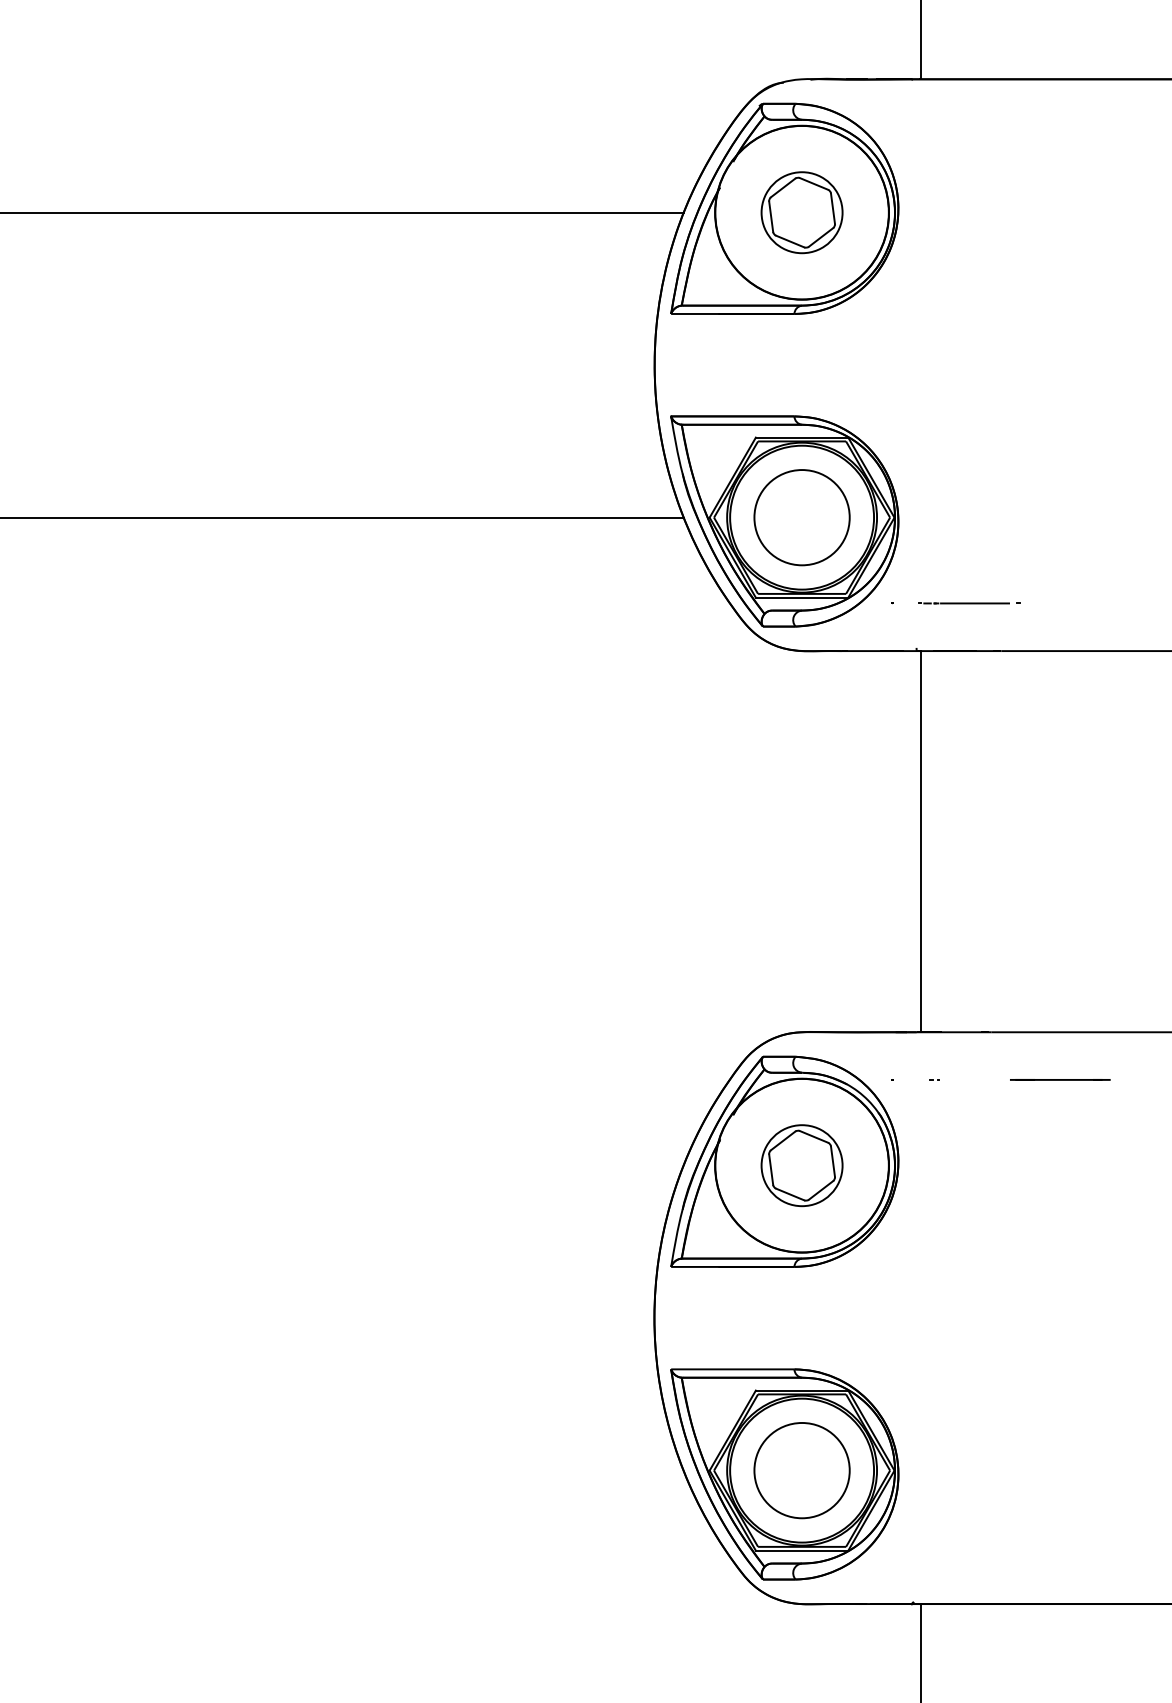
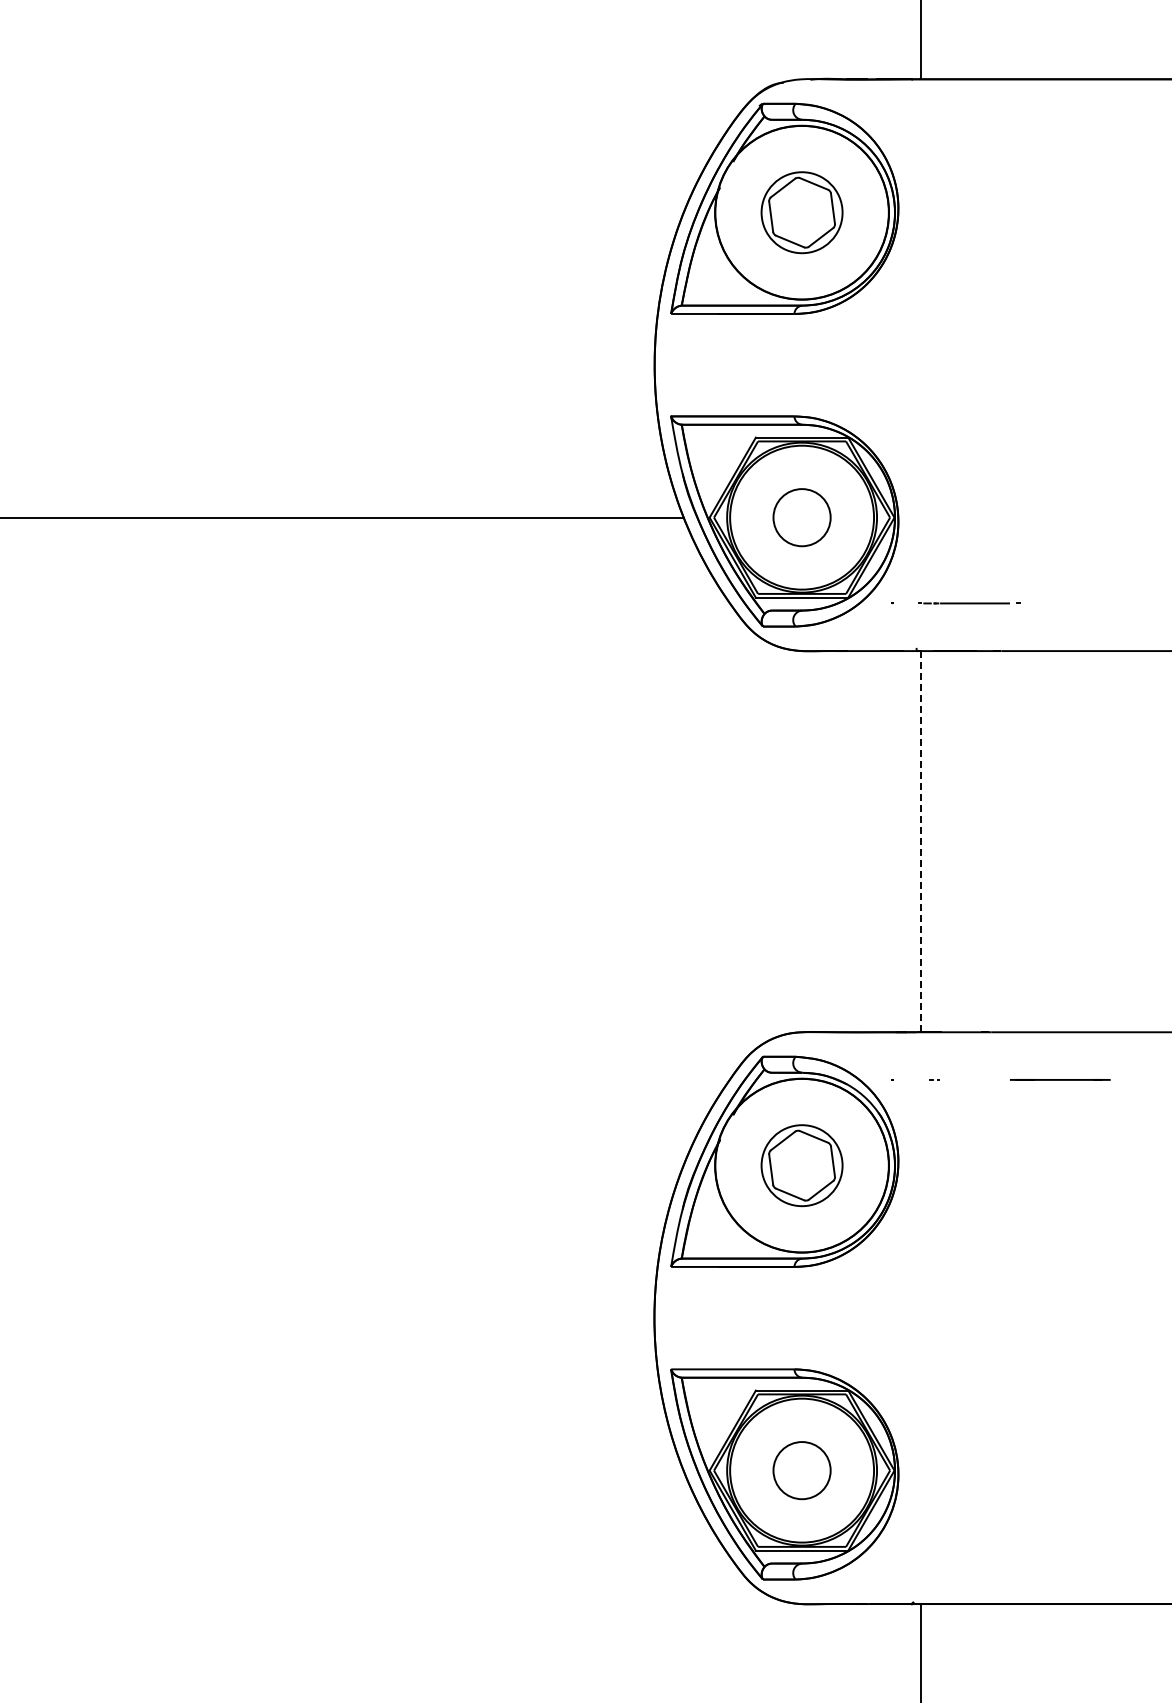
line at (343, 212): present -> none
circle at (801, 517) diameter: 95 px -> 57 px
line at (921, 841): solid -> dashed
circle at (801, 1470) diameter: 95 px -> 57 px
